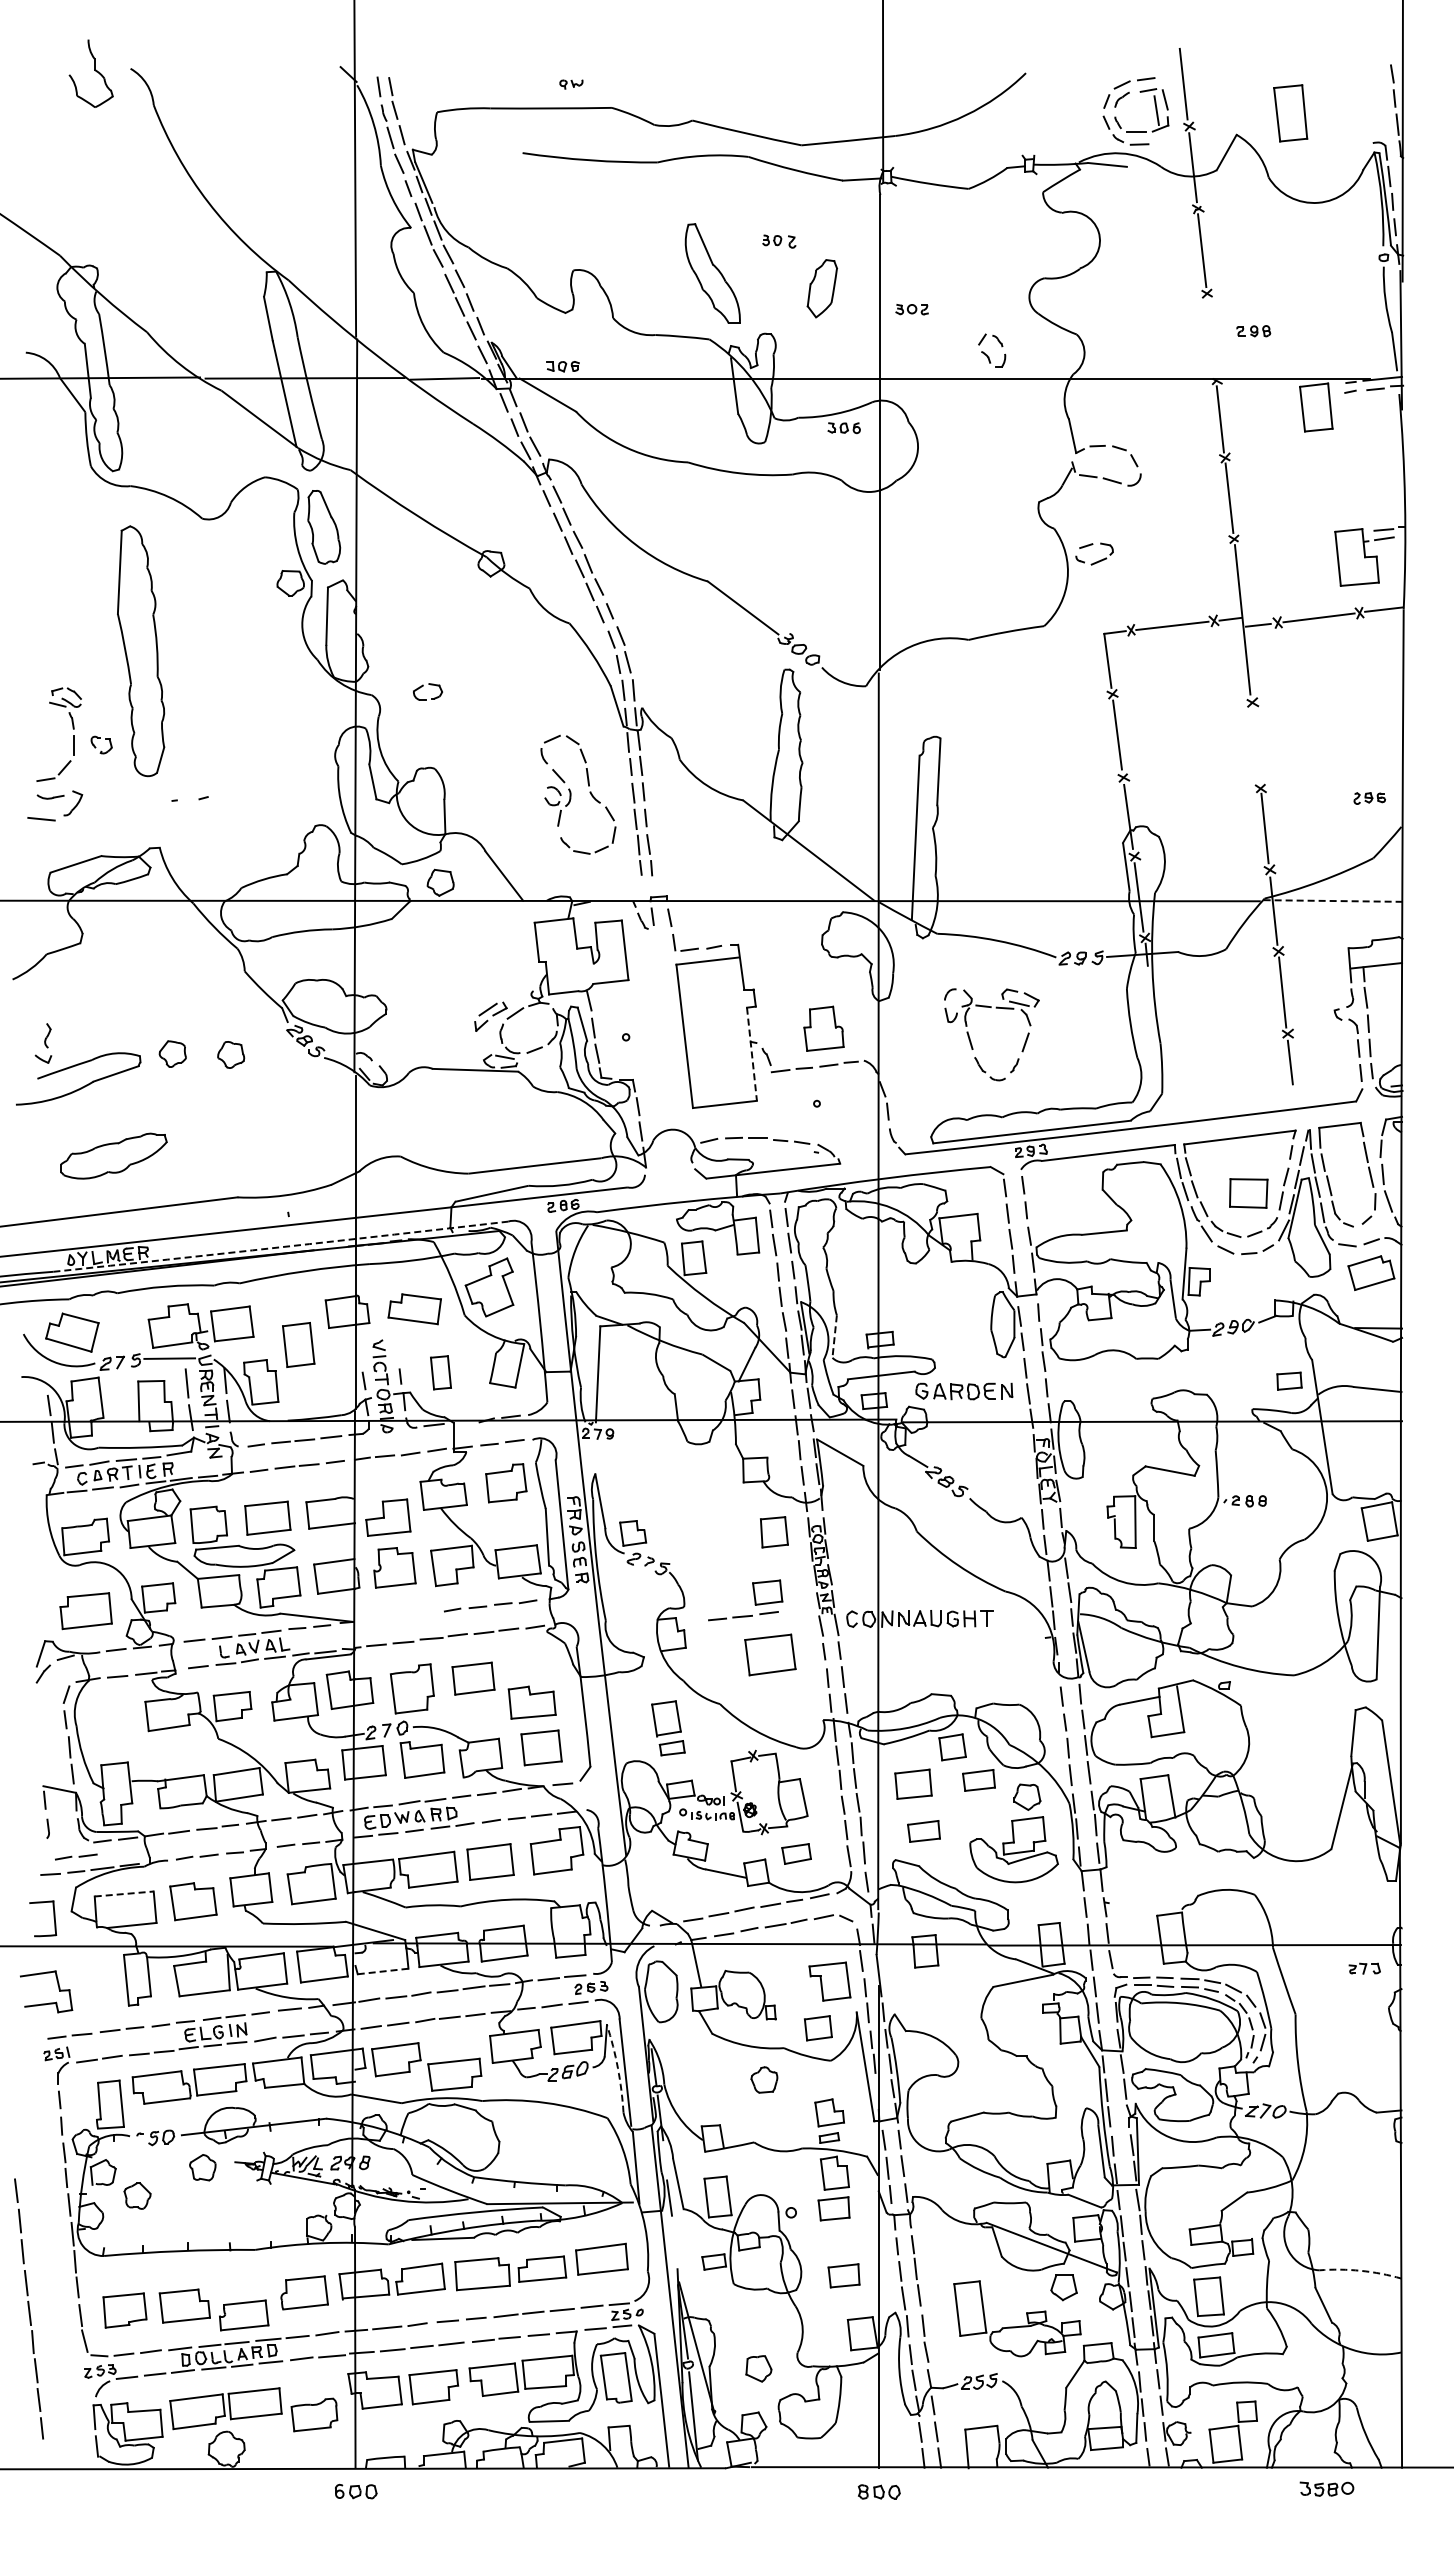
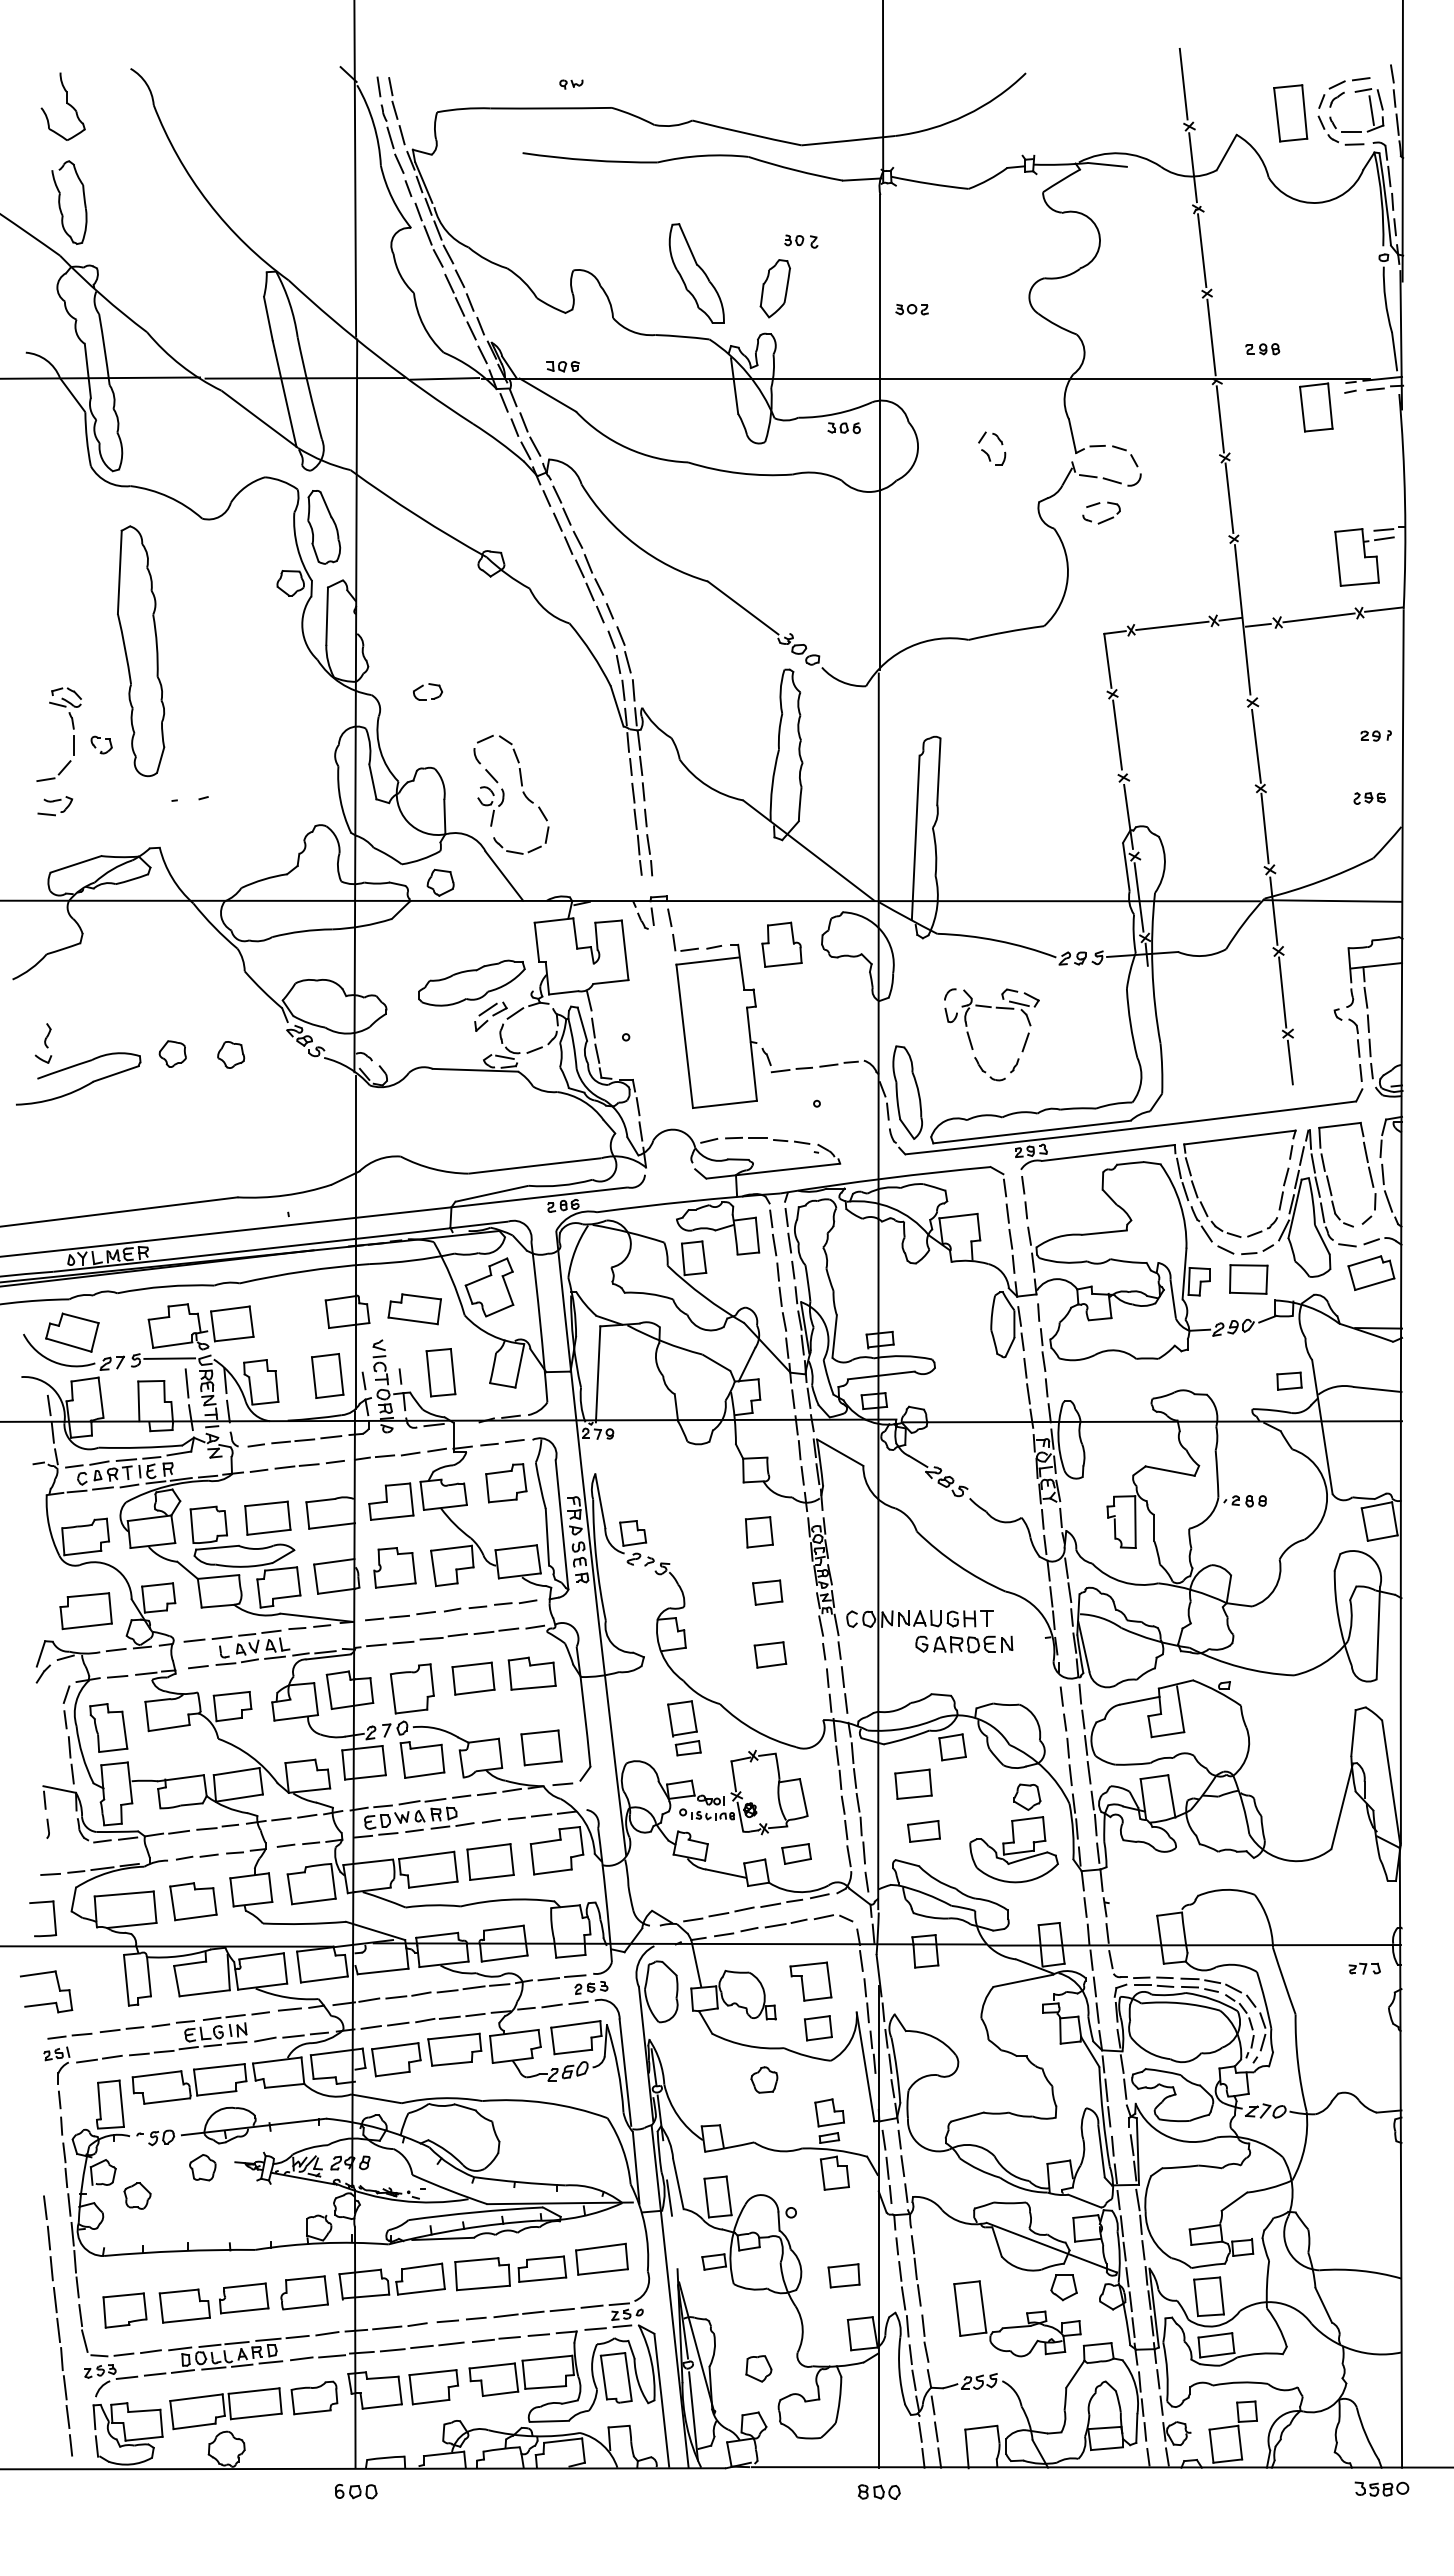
part at (90, 73) position: (90, 73) -> (62, 106)
part at (1125, 96) position: (1125, 96) -> (1340, 96)
part at (60, 202): none -> present
part at (779, 241) position: (779, 241) -> (801, 241)
part at (712, 273) position: (712, 273) -> (696, 273)
part at (821, 288) position: (821, 288) -> (774, 288)
part at (1253, 331) position: (1253, 331) -> (1262, 349)
line at (1211, 337): none -> present
part at (987, 354) position: (987, 354) -> (987, 452)
part at (1098, 560) position: (1098, 560) -> (1105, 519)
part at (1375, 735): none -> present
line at (1256, 745): none -> present
part at (571, 794) position: (571, 794) -> (504, 794)
part at (55, 805) size: 57x32 px -> 37x21 px
line at (1333, 901): dashed -> solid
part at (823, 1028) position: (823, 1028) -> (781, 944)
line at (751, 1054): dashed -> solid
part at (907, 1092): none -> present
part at (113, 1155) position: (113, 1155) -> (471, 982)
part at (1248, 1193) position: (1248, 1193) -> (1248, 1279)
arc at (280, 1247): dashed -> solid
line at (834, 1337): dashed -> solid
part at (298, 1344) position: (298, 1344) -> (327, 1375)
part at (440, 1372) size: 22x36 px -> 32x50 px
part at (964, 1391) position: (964, 1391) -> (964, 1644)
part at (388, 1517) position: (388, 1517) -> (391, 1501)
part at (774, 1532) position: (774, 1532) -> (759, 1532)
part at (743, 1616) position: (743, 1616) -> (400, 1616)
part at (770, 1654) size: 53x44 px -> 35x28 px
part at (531, 1702) position: (531, 1702) -> (531, 1673)
part at (108, 1727): none -> present
part at (668, 1728) position: (668, 1728) -> (684, 1728)
part at (978, 1780): present -> none
part at (76, 1856): present -> none
line at (124, 1894): dashed -> solid
line at (383, 1971): dashed -> solid
part at (829, 1981) position: (829, 1981) -> (810, 1981)
arc at (617, 2068): dashed -> solid
part at (454, 2074) position: (454, 2074) -> (454, 2049)
part at (833, 2208): present -> none
arc at (1360, 2270): dashed -> solid
part at (28, 2308) position: (28, 2308) -> (57, 2325)
part at (244, 2315) position: (244, 2315) -> (244, 2298)
part at (314, 2414) position: (314, 2414) -> (314, 2397)
part at (1326, 2488) position: (1326, 2488) -> (1381, 2488)
